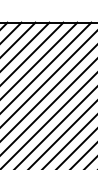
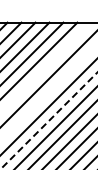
line at (46, 66): present -> none
line at (48, 93): present -> none
line at (49, 120): solid -> dashed
